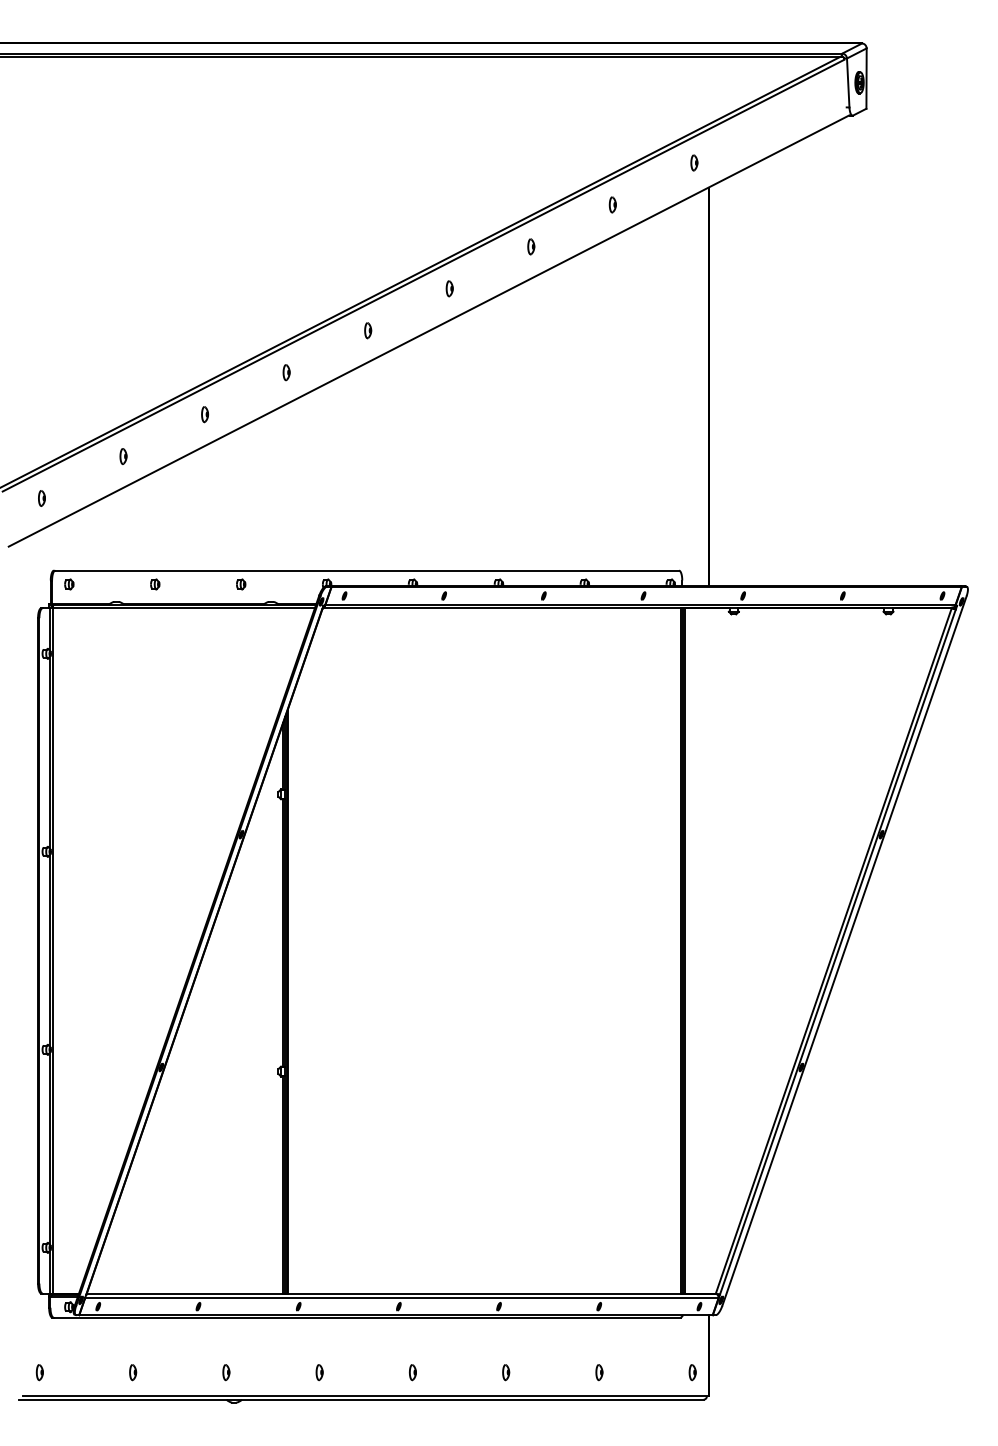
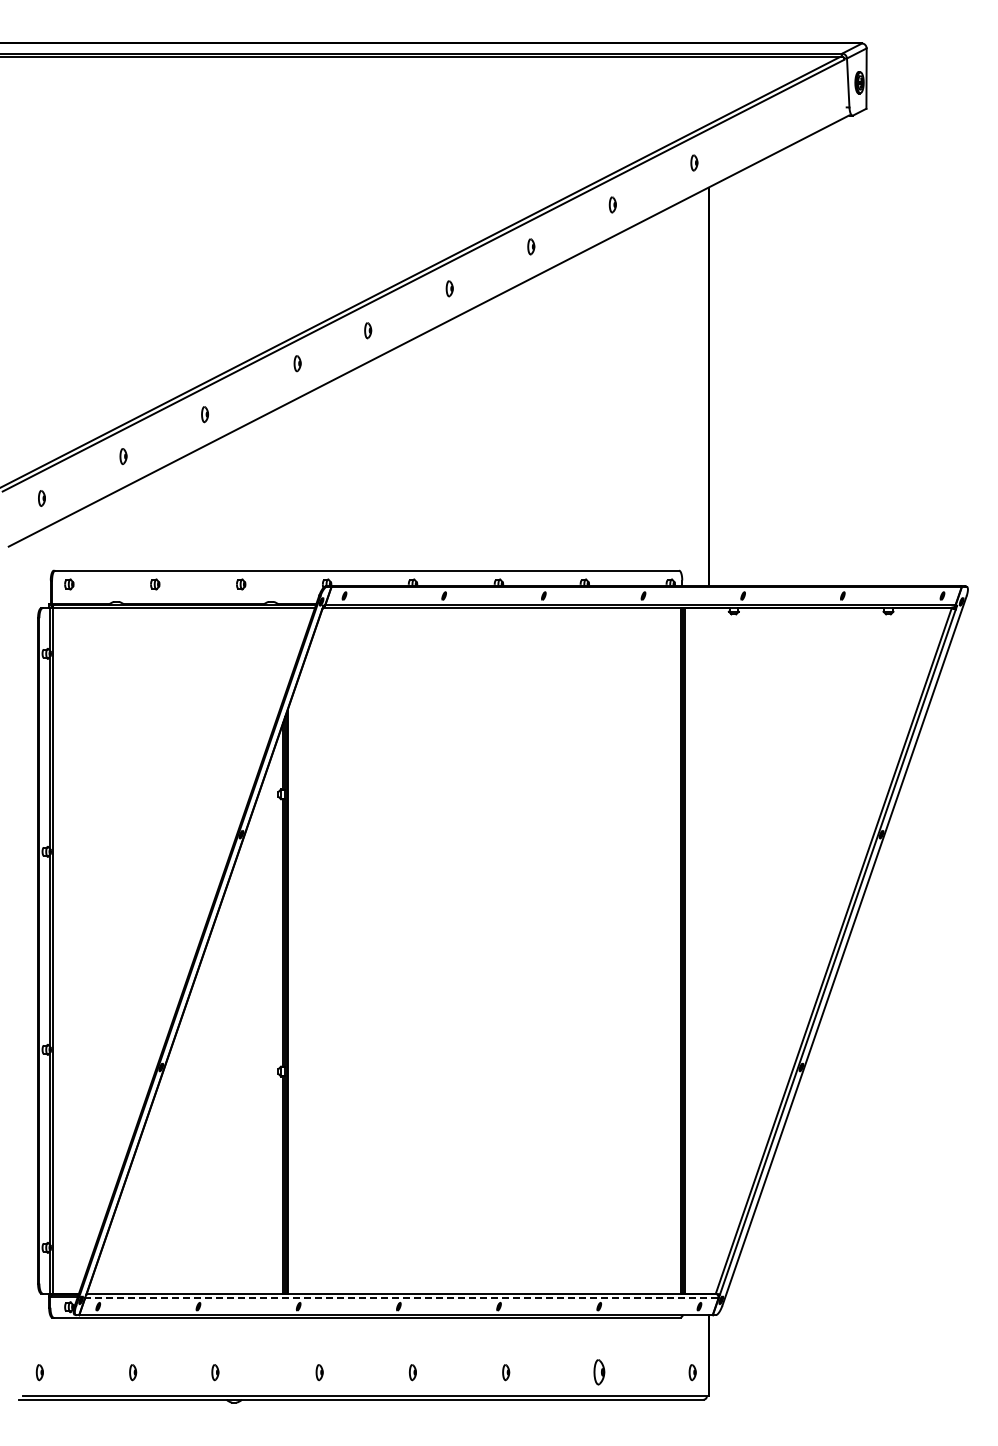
part at (286, 372) position: (286, 372) -> (297, 363)
line at (401, 1298): solid -> dashed
part at (226, 1372) position: (226, 1372) -> (215, 1372)
part at (599, 1372) size: 9x18 px -> 13x27 px
